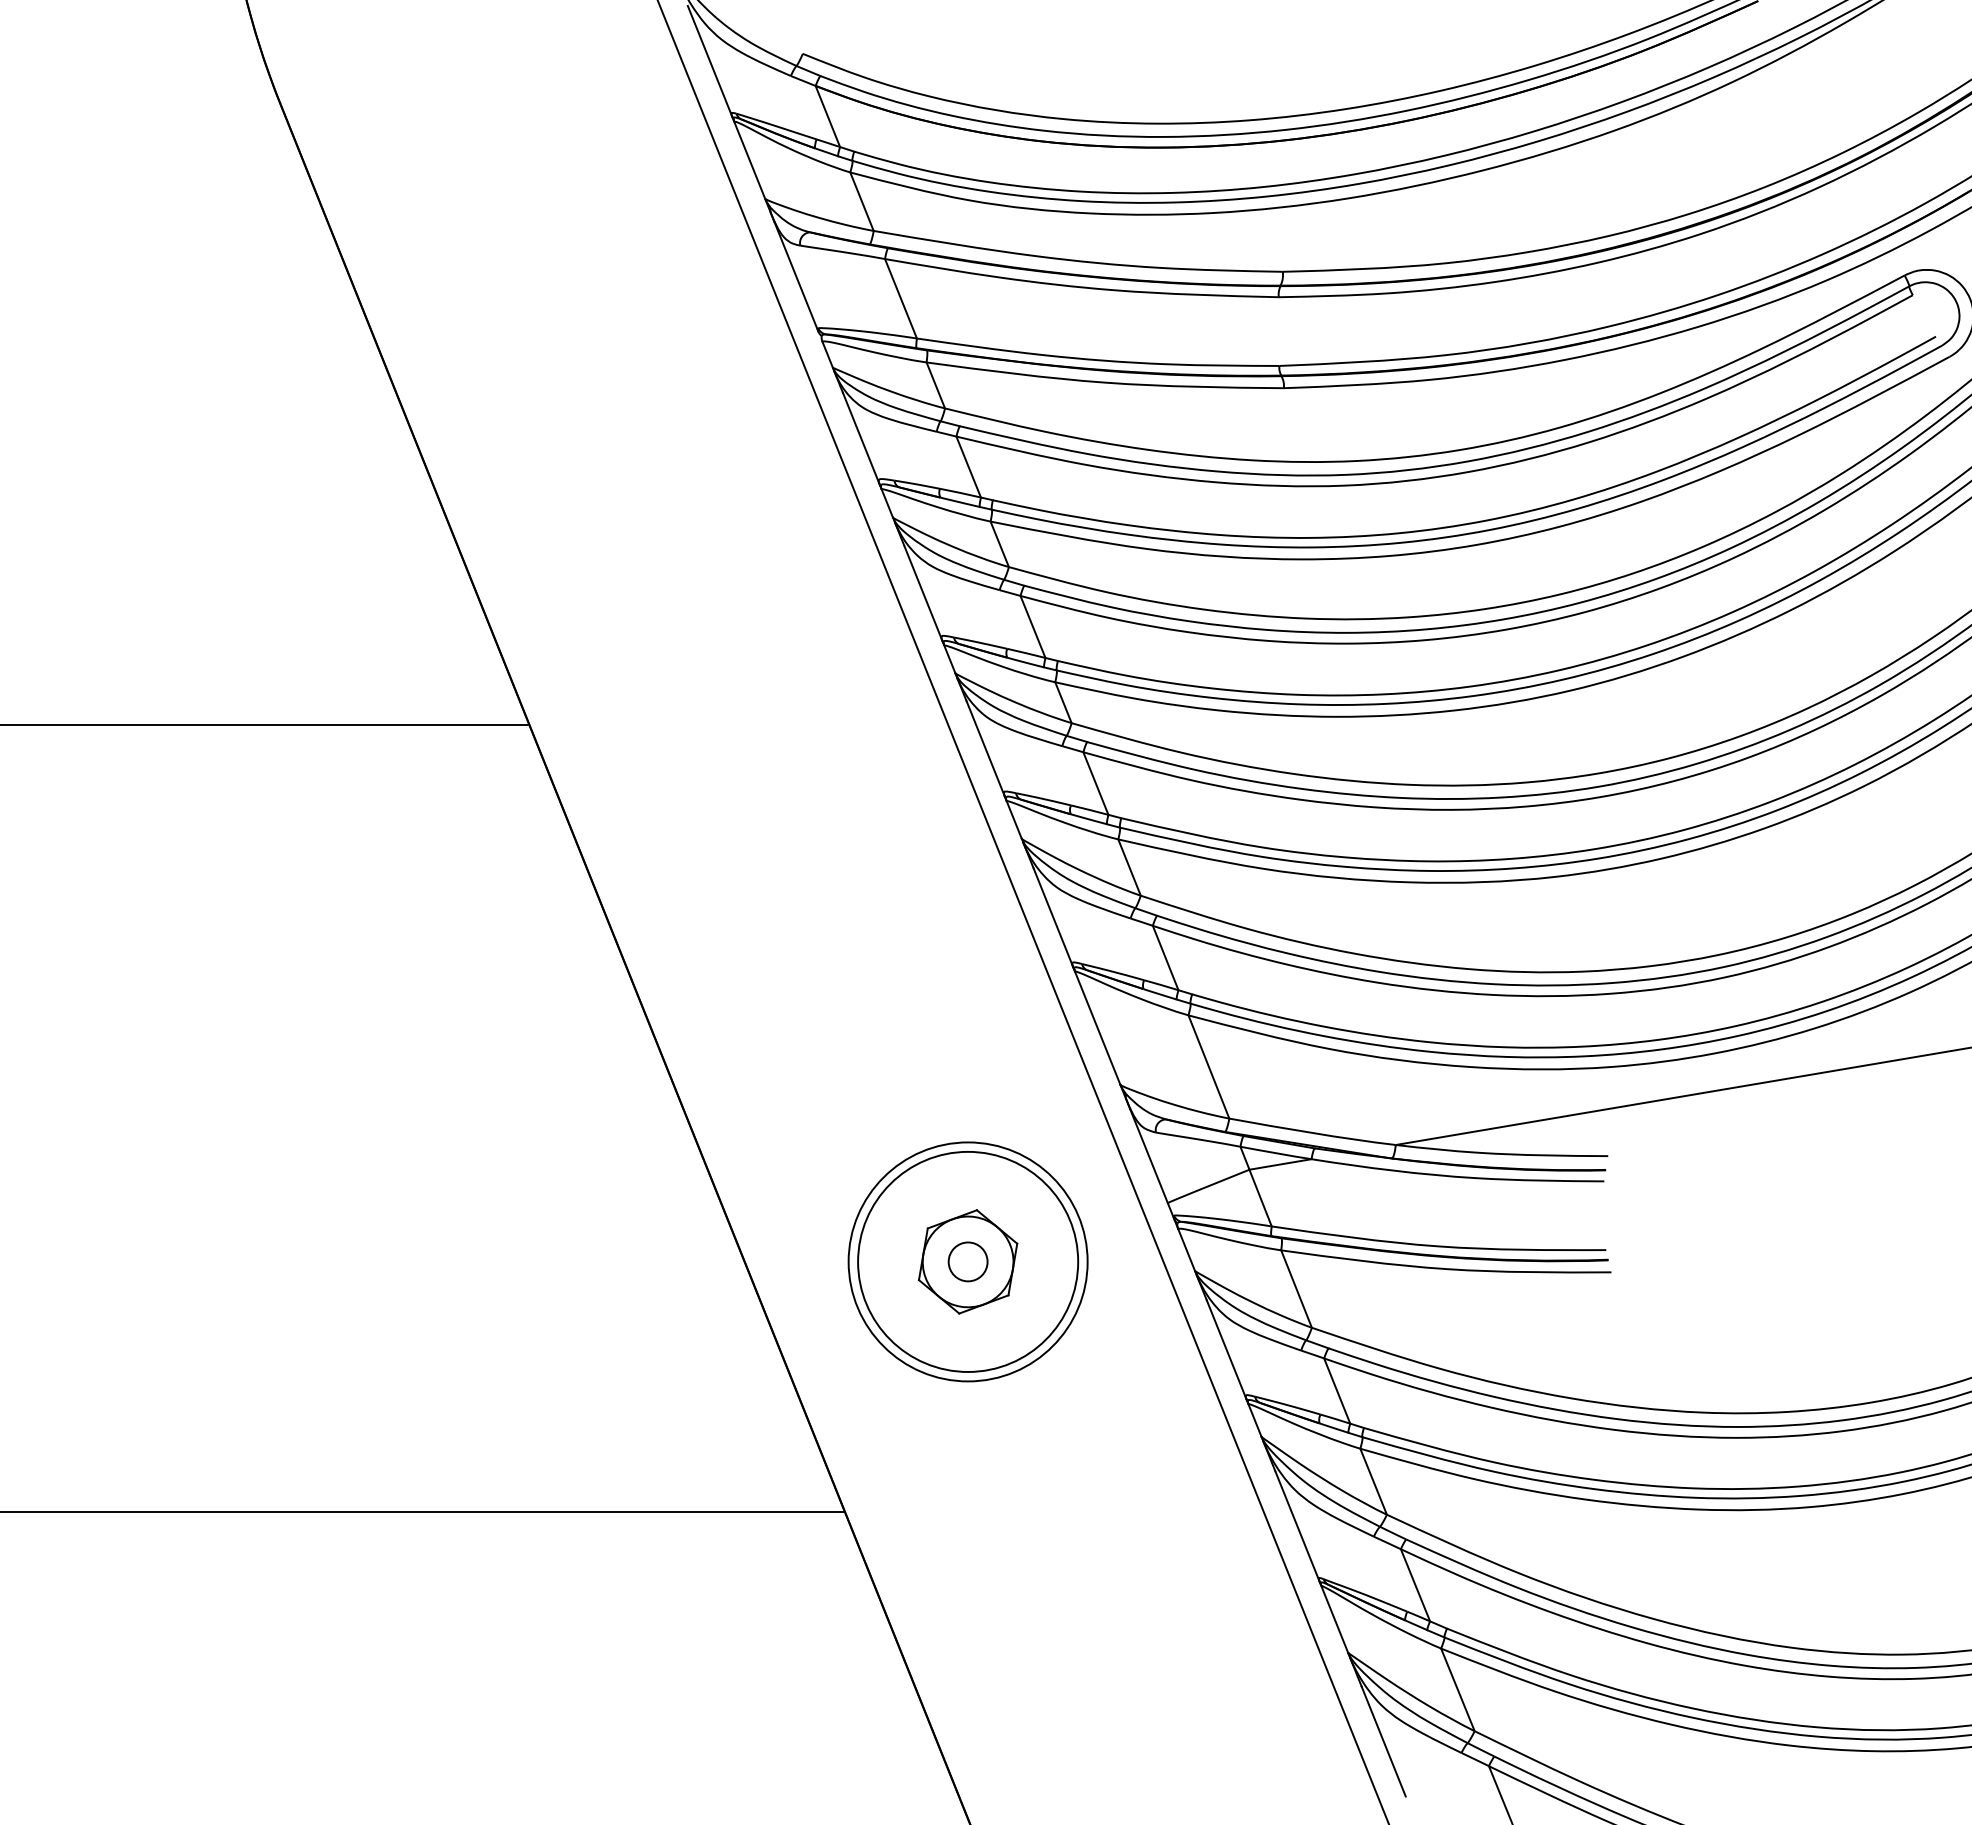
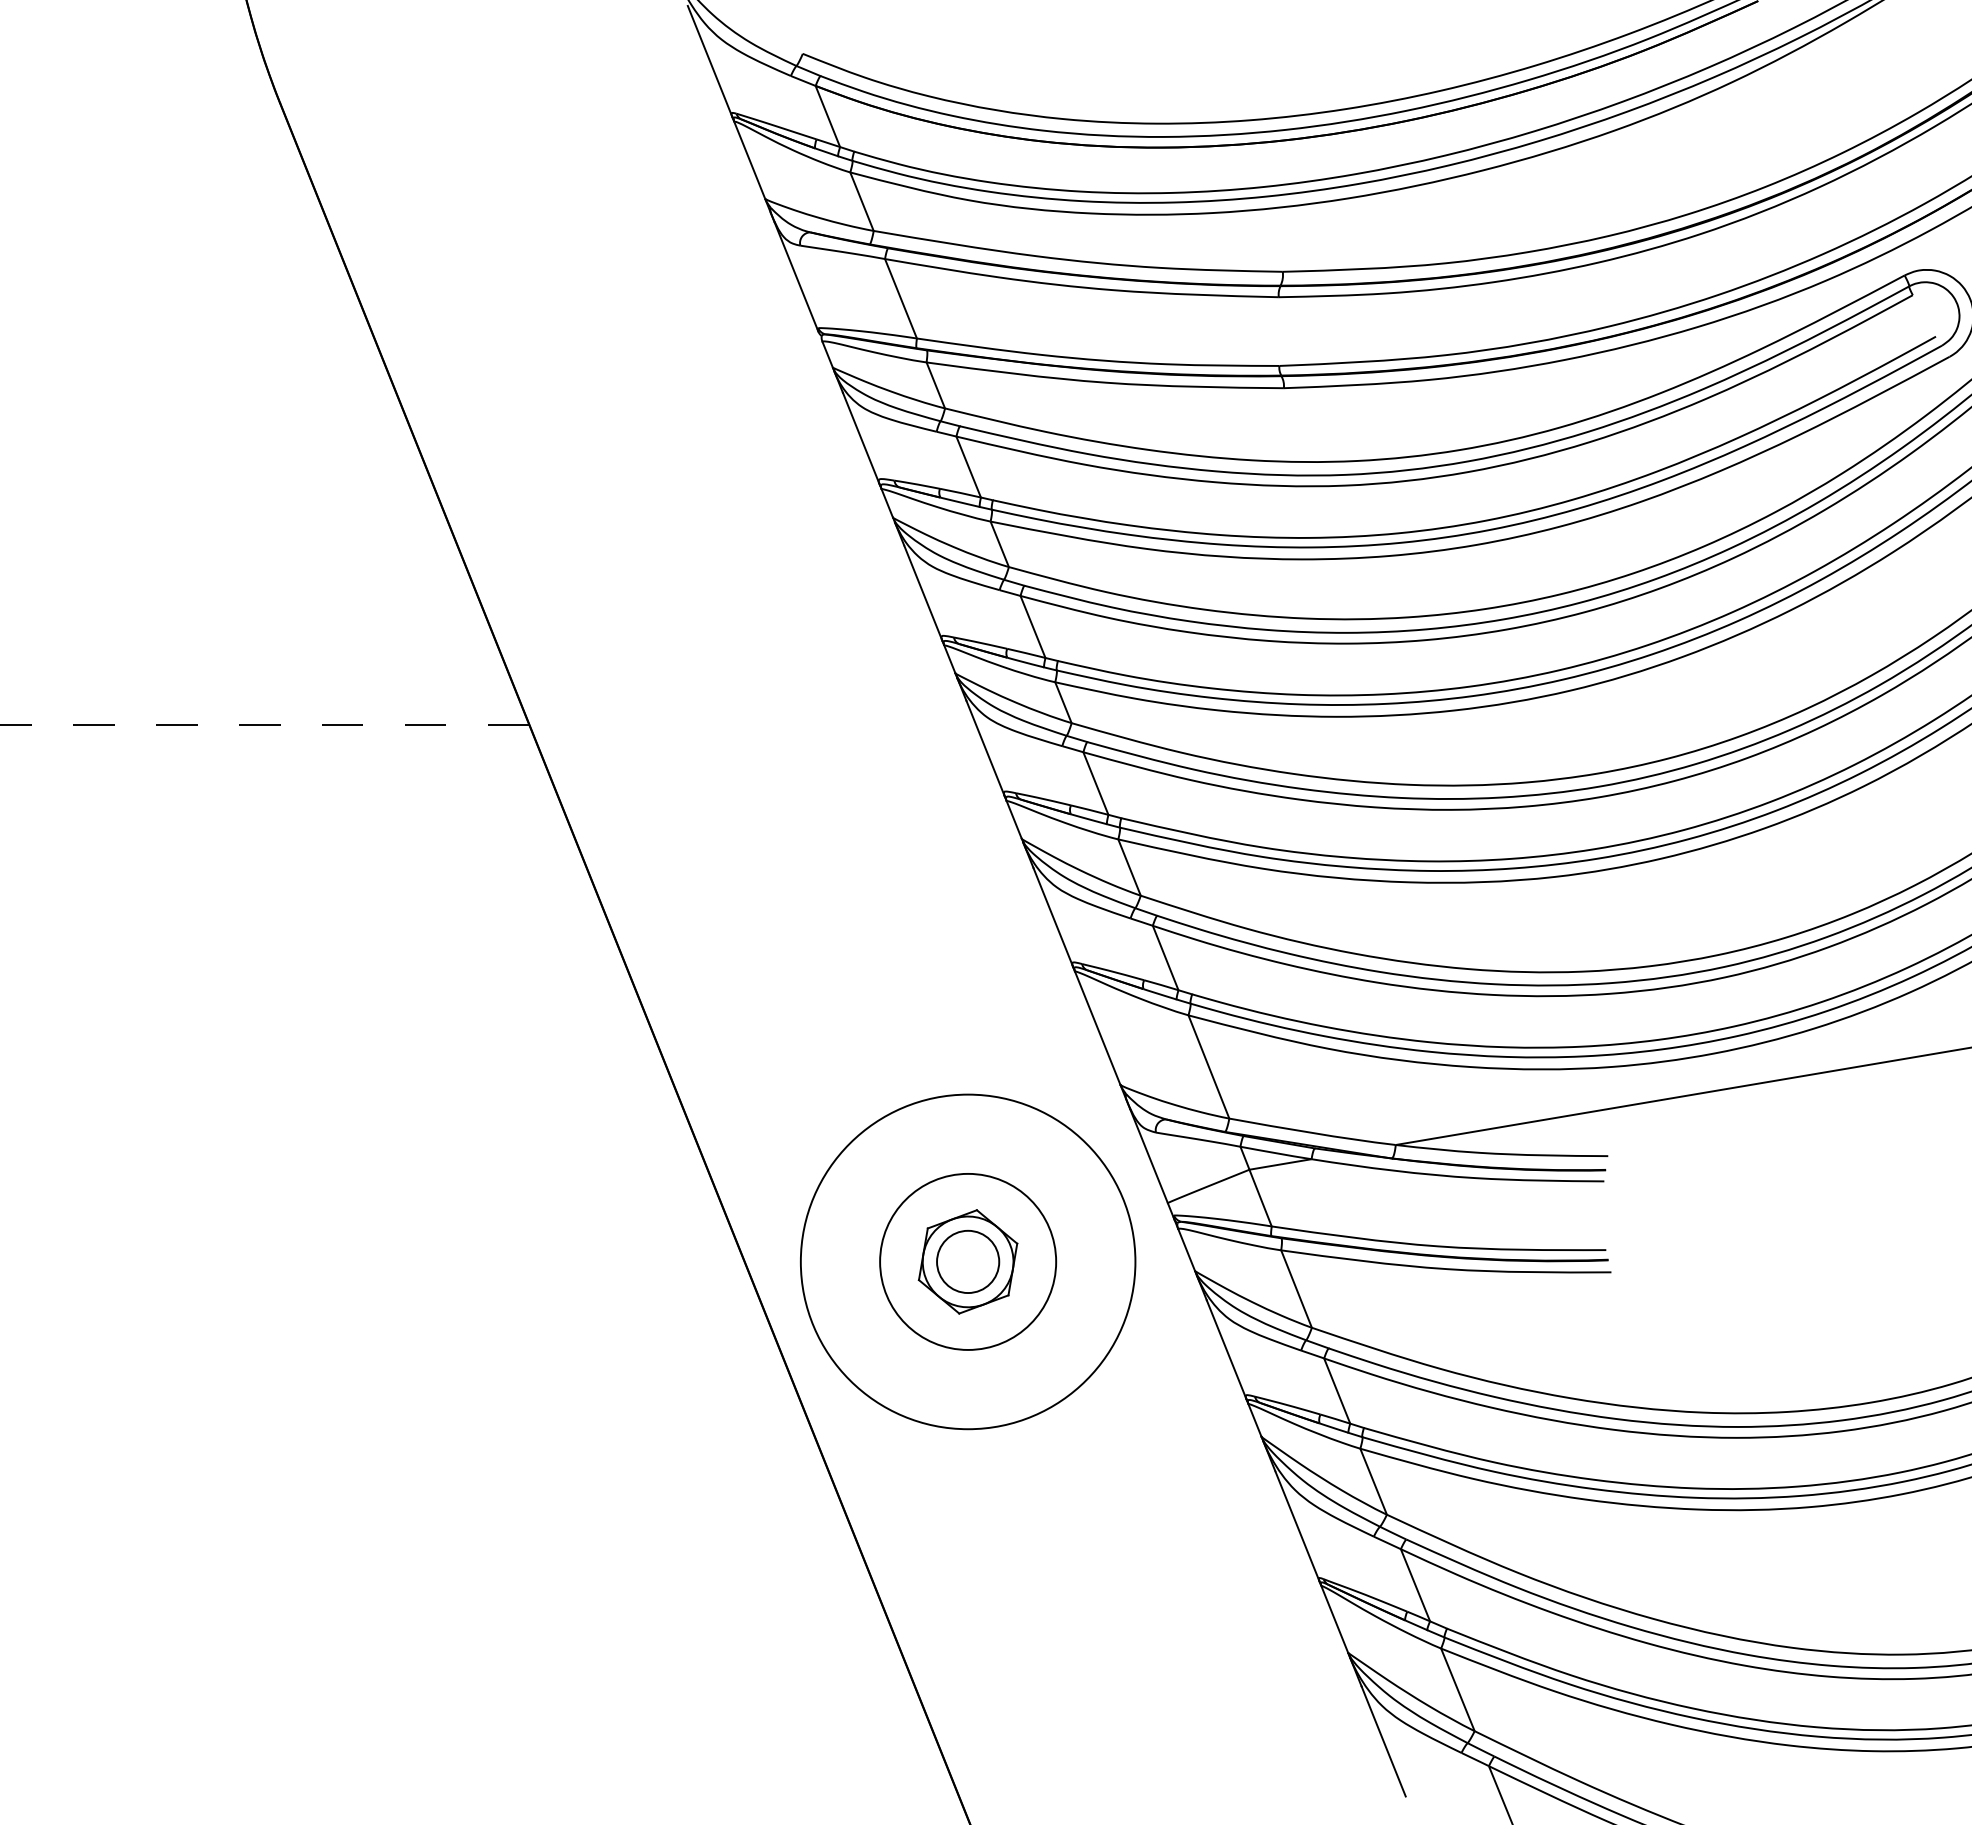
line at (264, 724): solid -> dashed
line at (1023, 911): present -> none
circle at (967, 1261) diameter: 239 px -> 335 px
circle at (967, 1261) diameter: 39 px -> 62 px
circle at (968, 1261) diameter: 220 px -> 176 px
line at (423, 1512): present -> none
